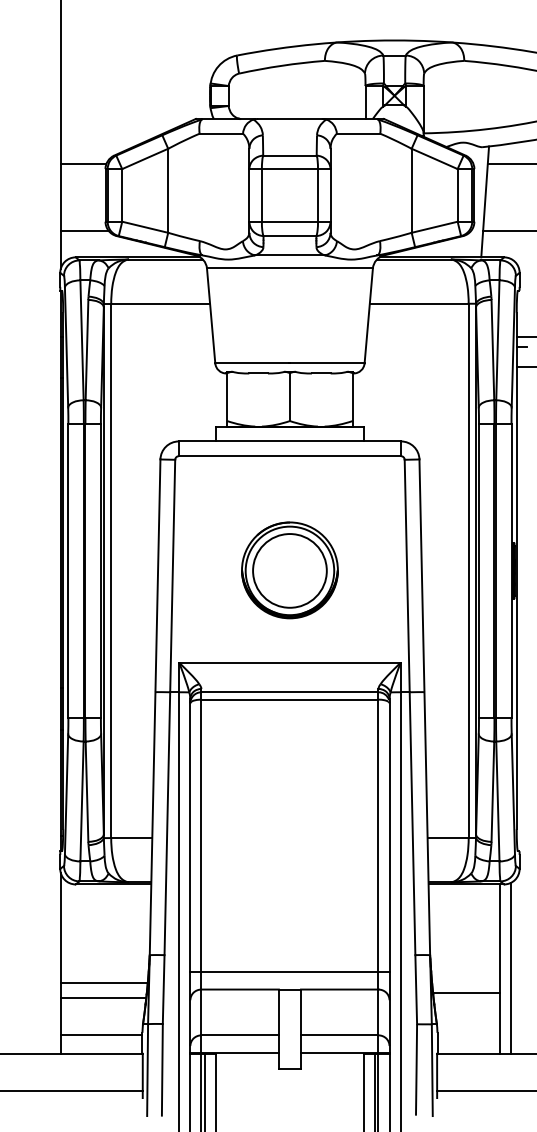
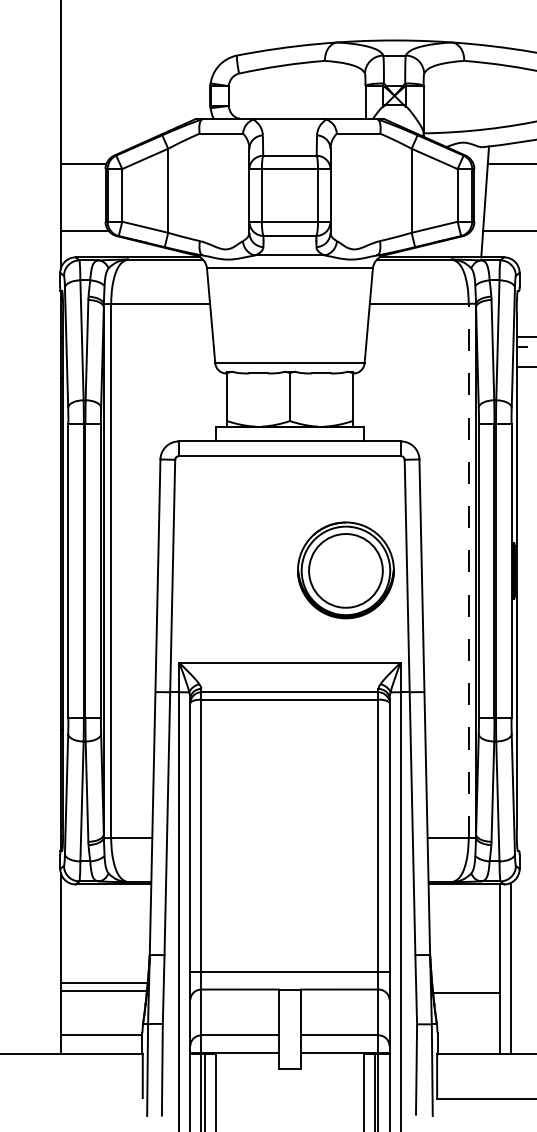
part at (289, 570) position: (289, 570) -> (345, 570)
line at (468, 570): solid -> dashed
line at (103, 998) position: (103, 998) -> (103, 991)
line at (72, 1090): present -> none
line at (485, 1090) position: (485, 1090) -> (485, 1098)
